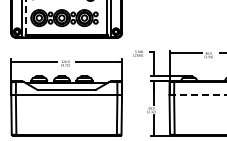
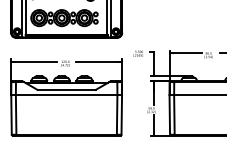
line at (26, 17): dashed -> solid
line at (198, 95): dashed -> solid
